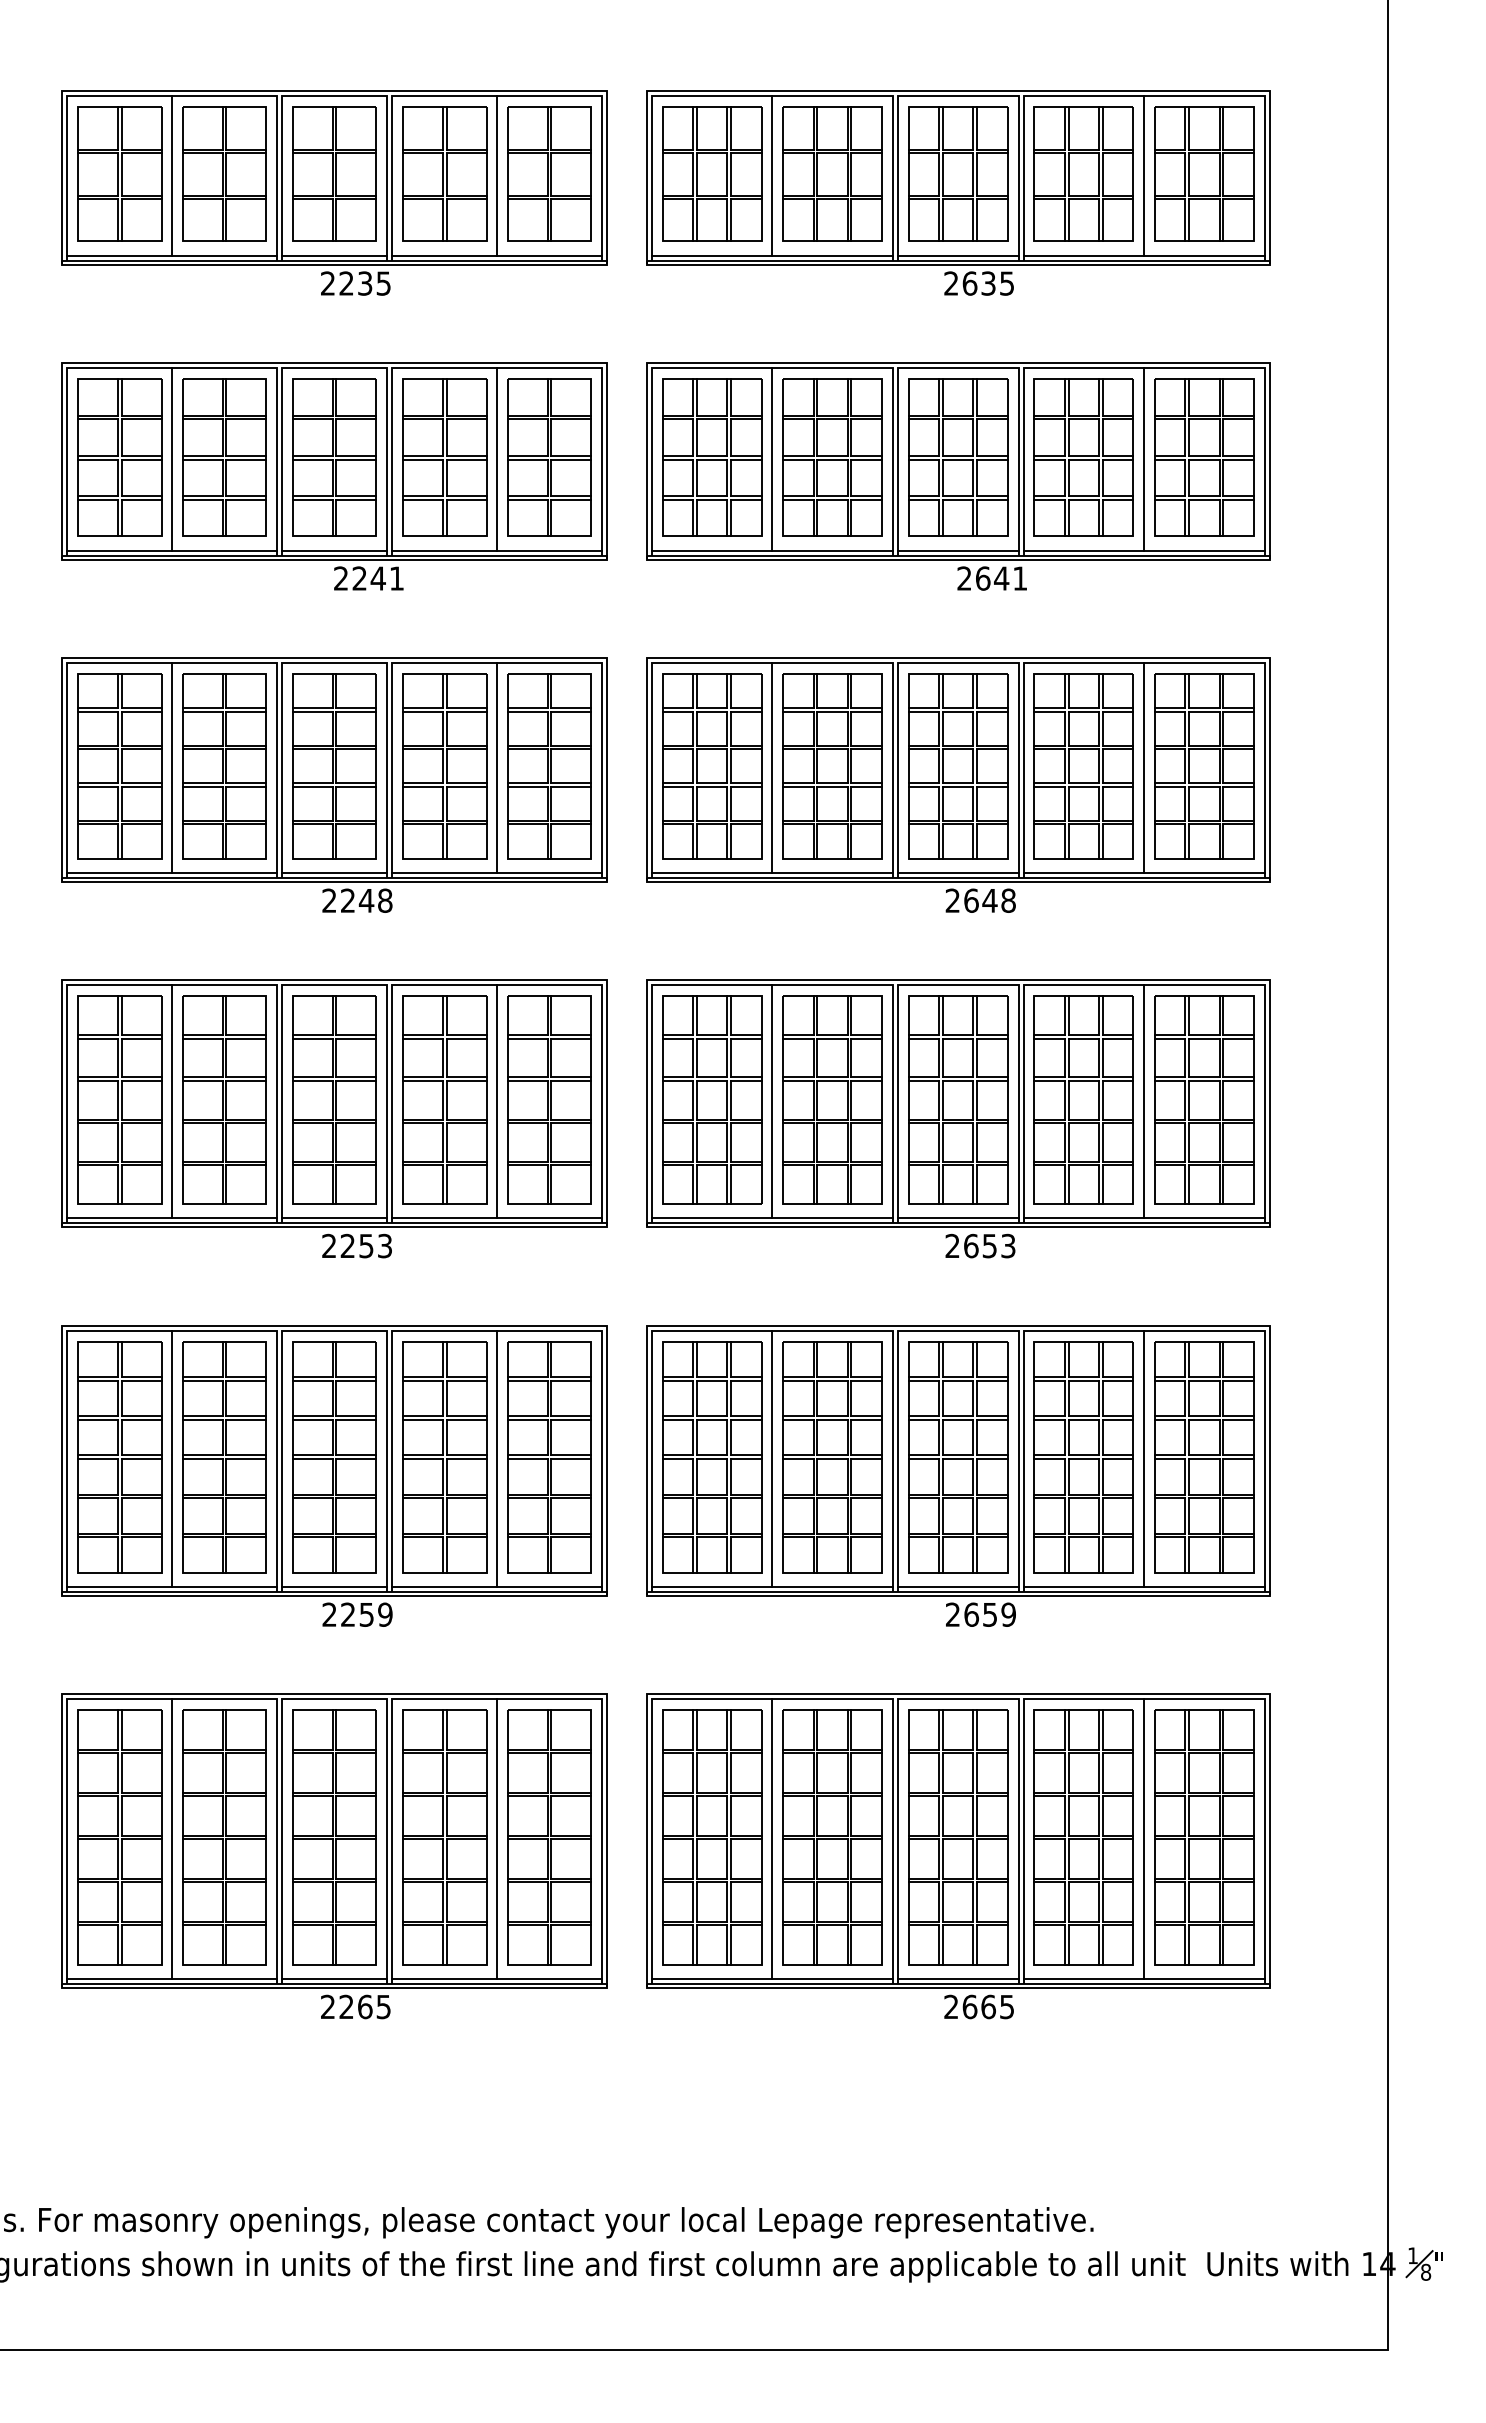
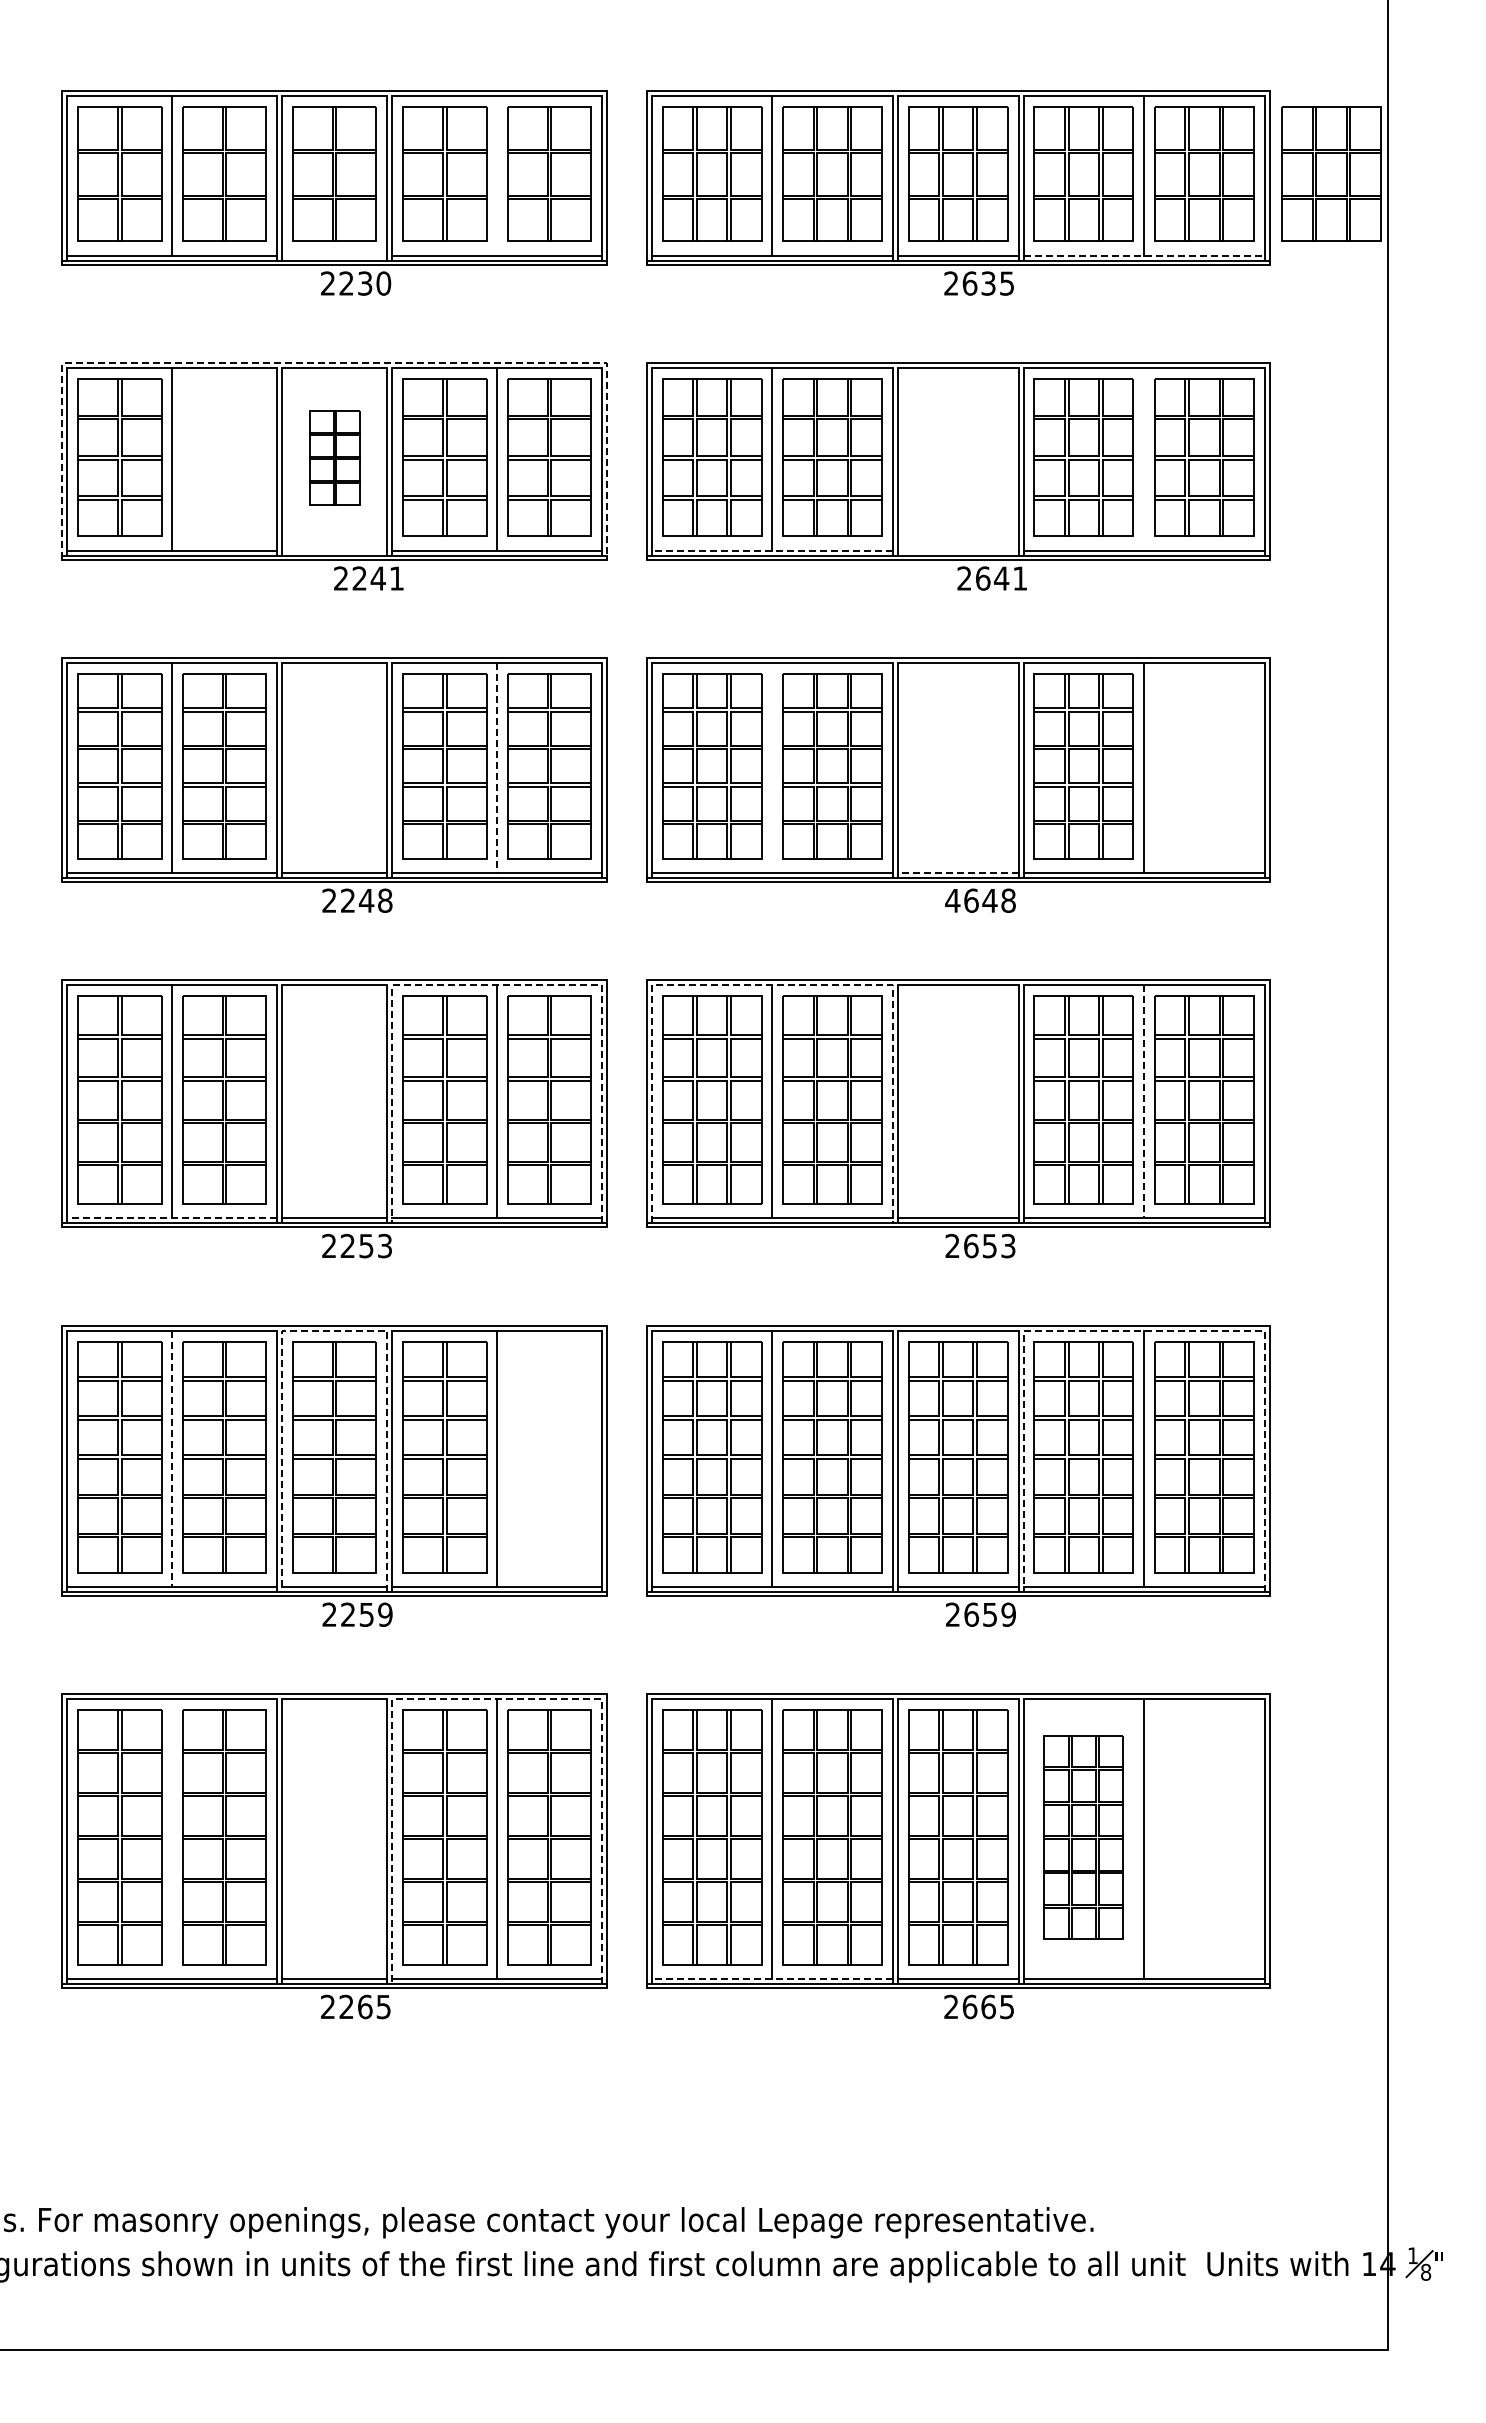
part at (1331, 173): none -> present
line at (497, 175): present -> none
line at (334, 255): present -> none
line at (1144, 255): solid -> dashed
text at (383, 283): 2235 -> 2230
line at (335, 363): solid -> dashed
part at (224, 457): present -> none
part at (334, 457) size: 85x159 px -> 52x96 px
part at (958, 457): present -> none
line at (1144, 459): present -> none
line at (334, 550): present -> none
line at (772, 550): solid -> dashed
line at (957, 550): present -> none
part at (334, 766): present -> none
part at (958, 766): present -> none
part at (1204, 766): present -> none
line at (772, 767): present -> none
line at (497, 768): solid -> dashed
line at (957, 872): solid -> dashed
text at (952, 900): 2648 -> 4648
line at (497, 985): solid -> dashed
line at (772, 985): solid -> dashed
part at (334, 1099): present -> none
part at (958, 1099): present -> none
line at (1144, 1102): solid -> dashed
line at (172, 1218): solid -> dashed
line at (334, 1330): solid -> dashed
line at (1144, 1330): solid -> dashed
part at (549, 1457): present -> none
line at (172, 1459): solid -> dashed
line at (497, 1699): solid -> dashed
part at (334, 1837): present -> none
part at (1083, 1837) size: 101x257 px -> 81x205 px
part at (1204, 1837): present -> none
line at (172, 1839): present -> none
line at (772, 1979): solid -> dashed
